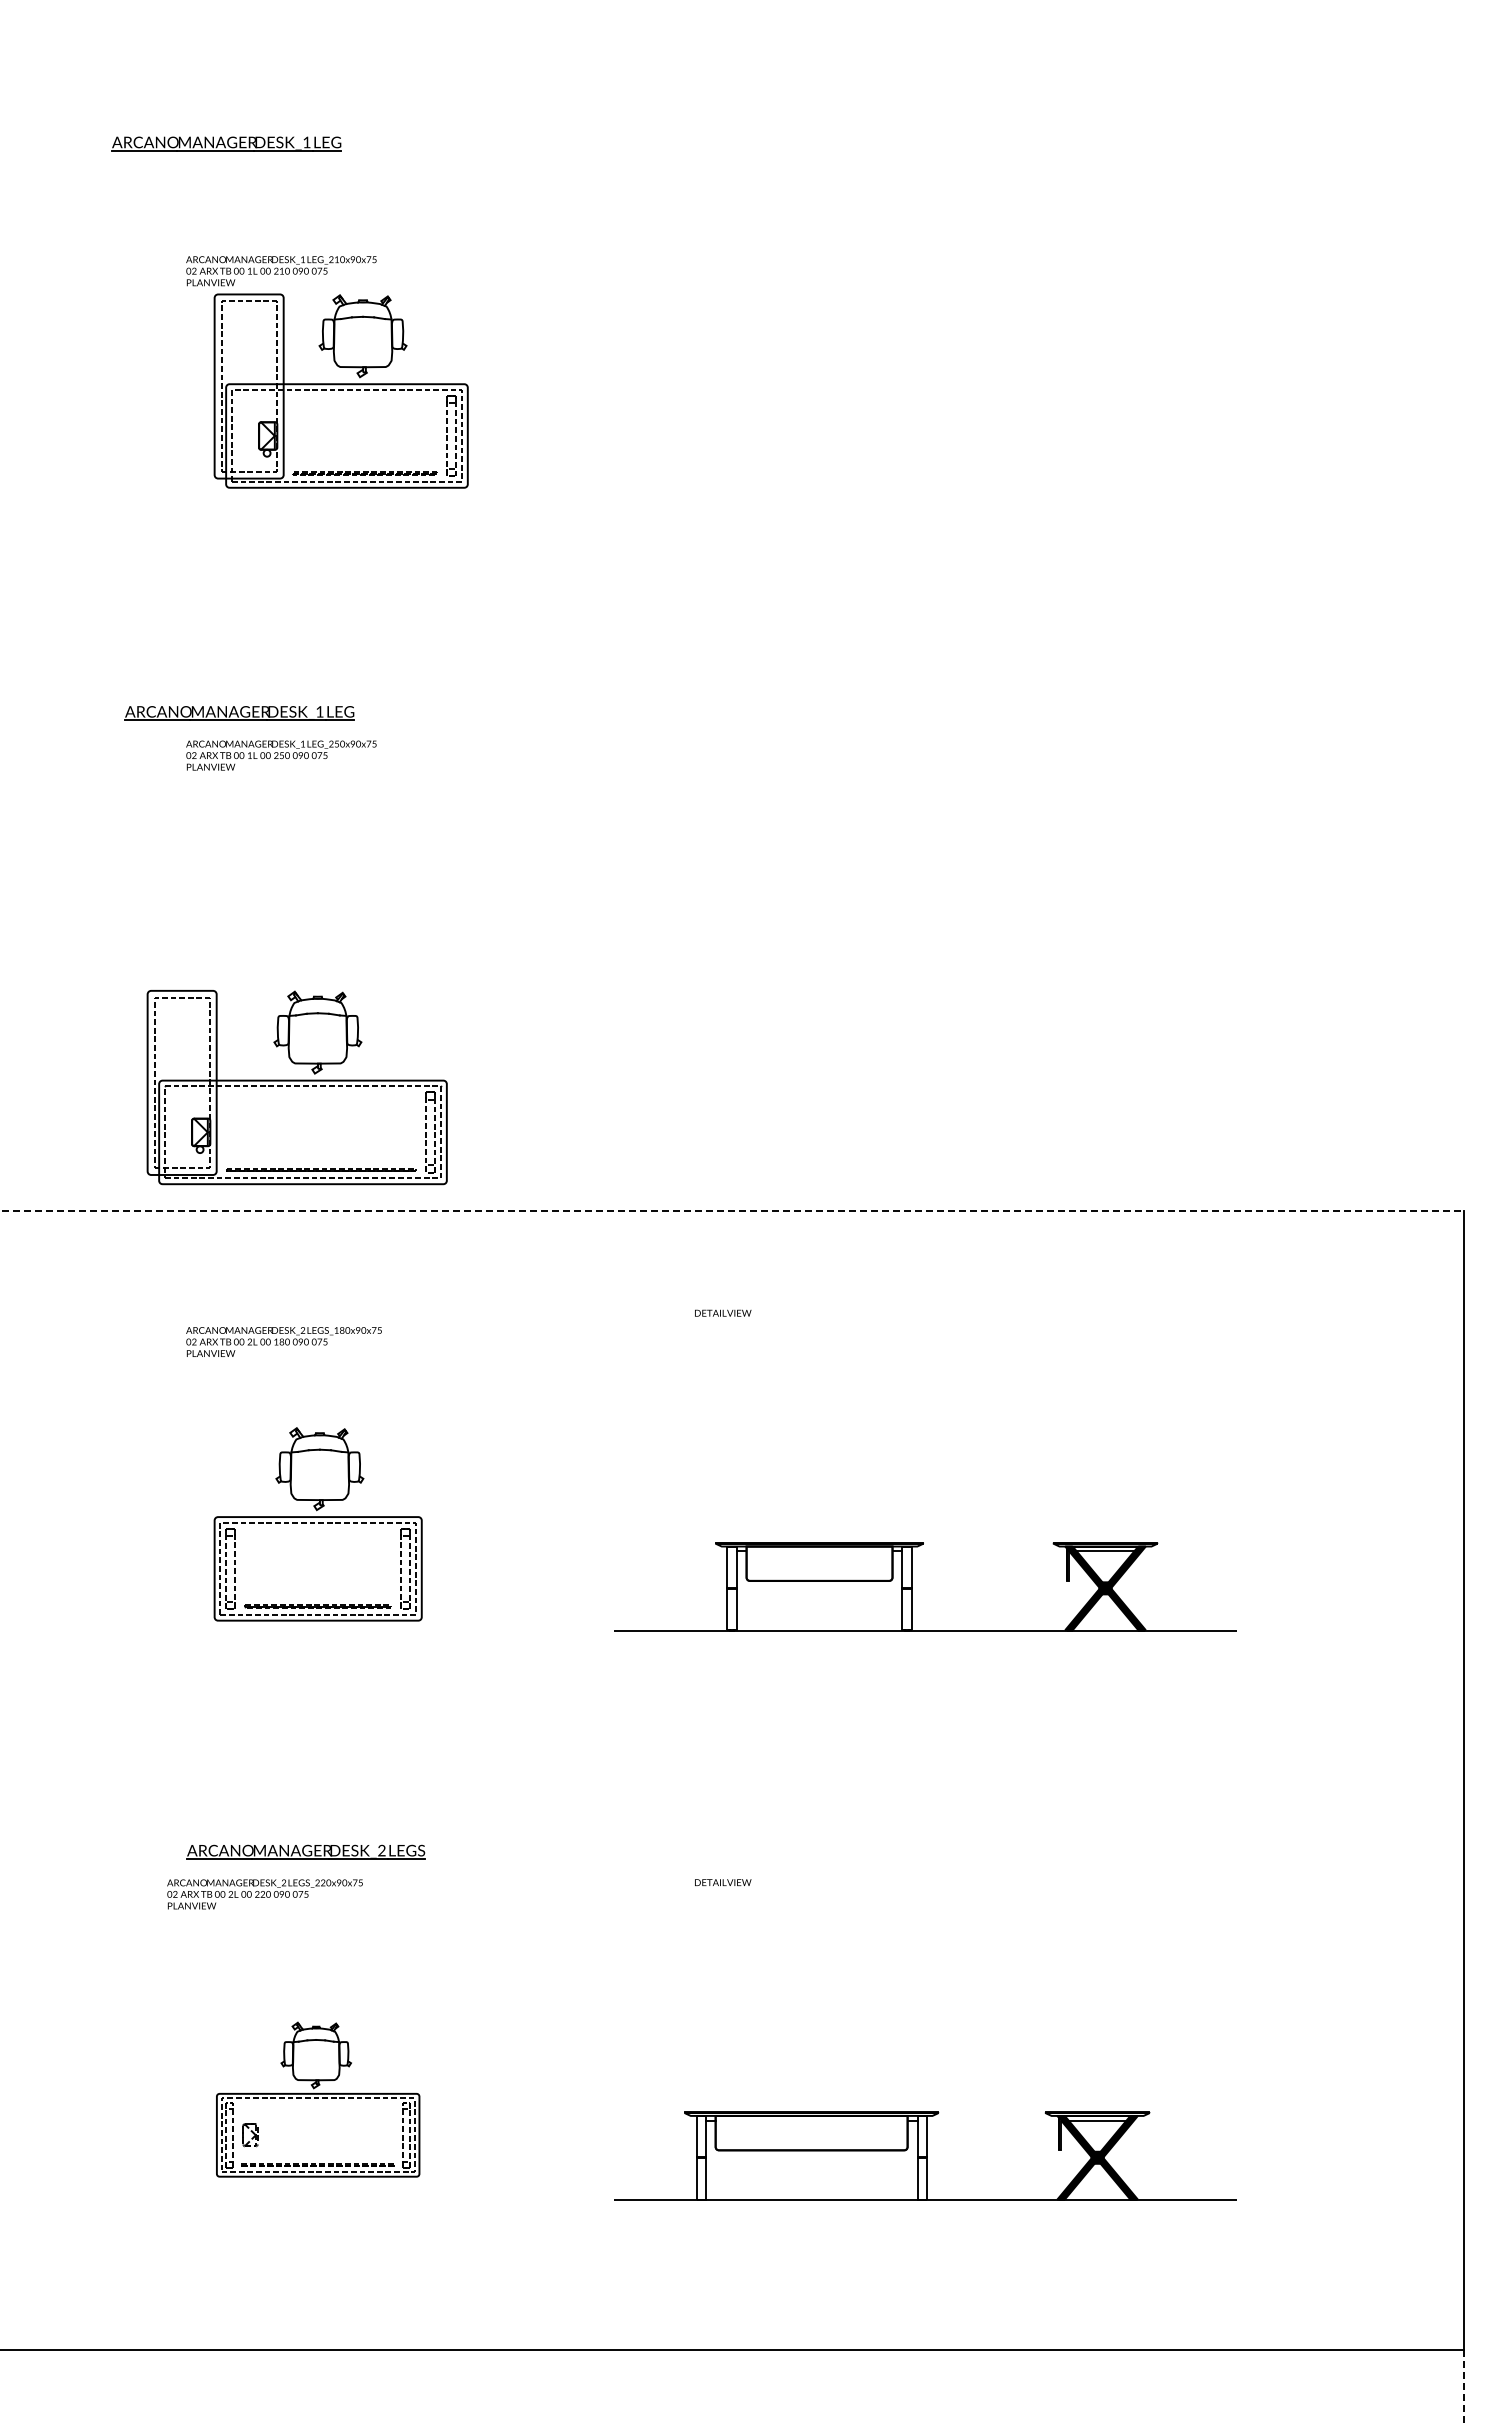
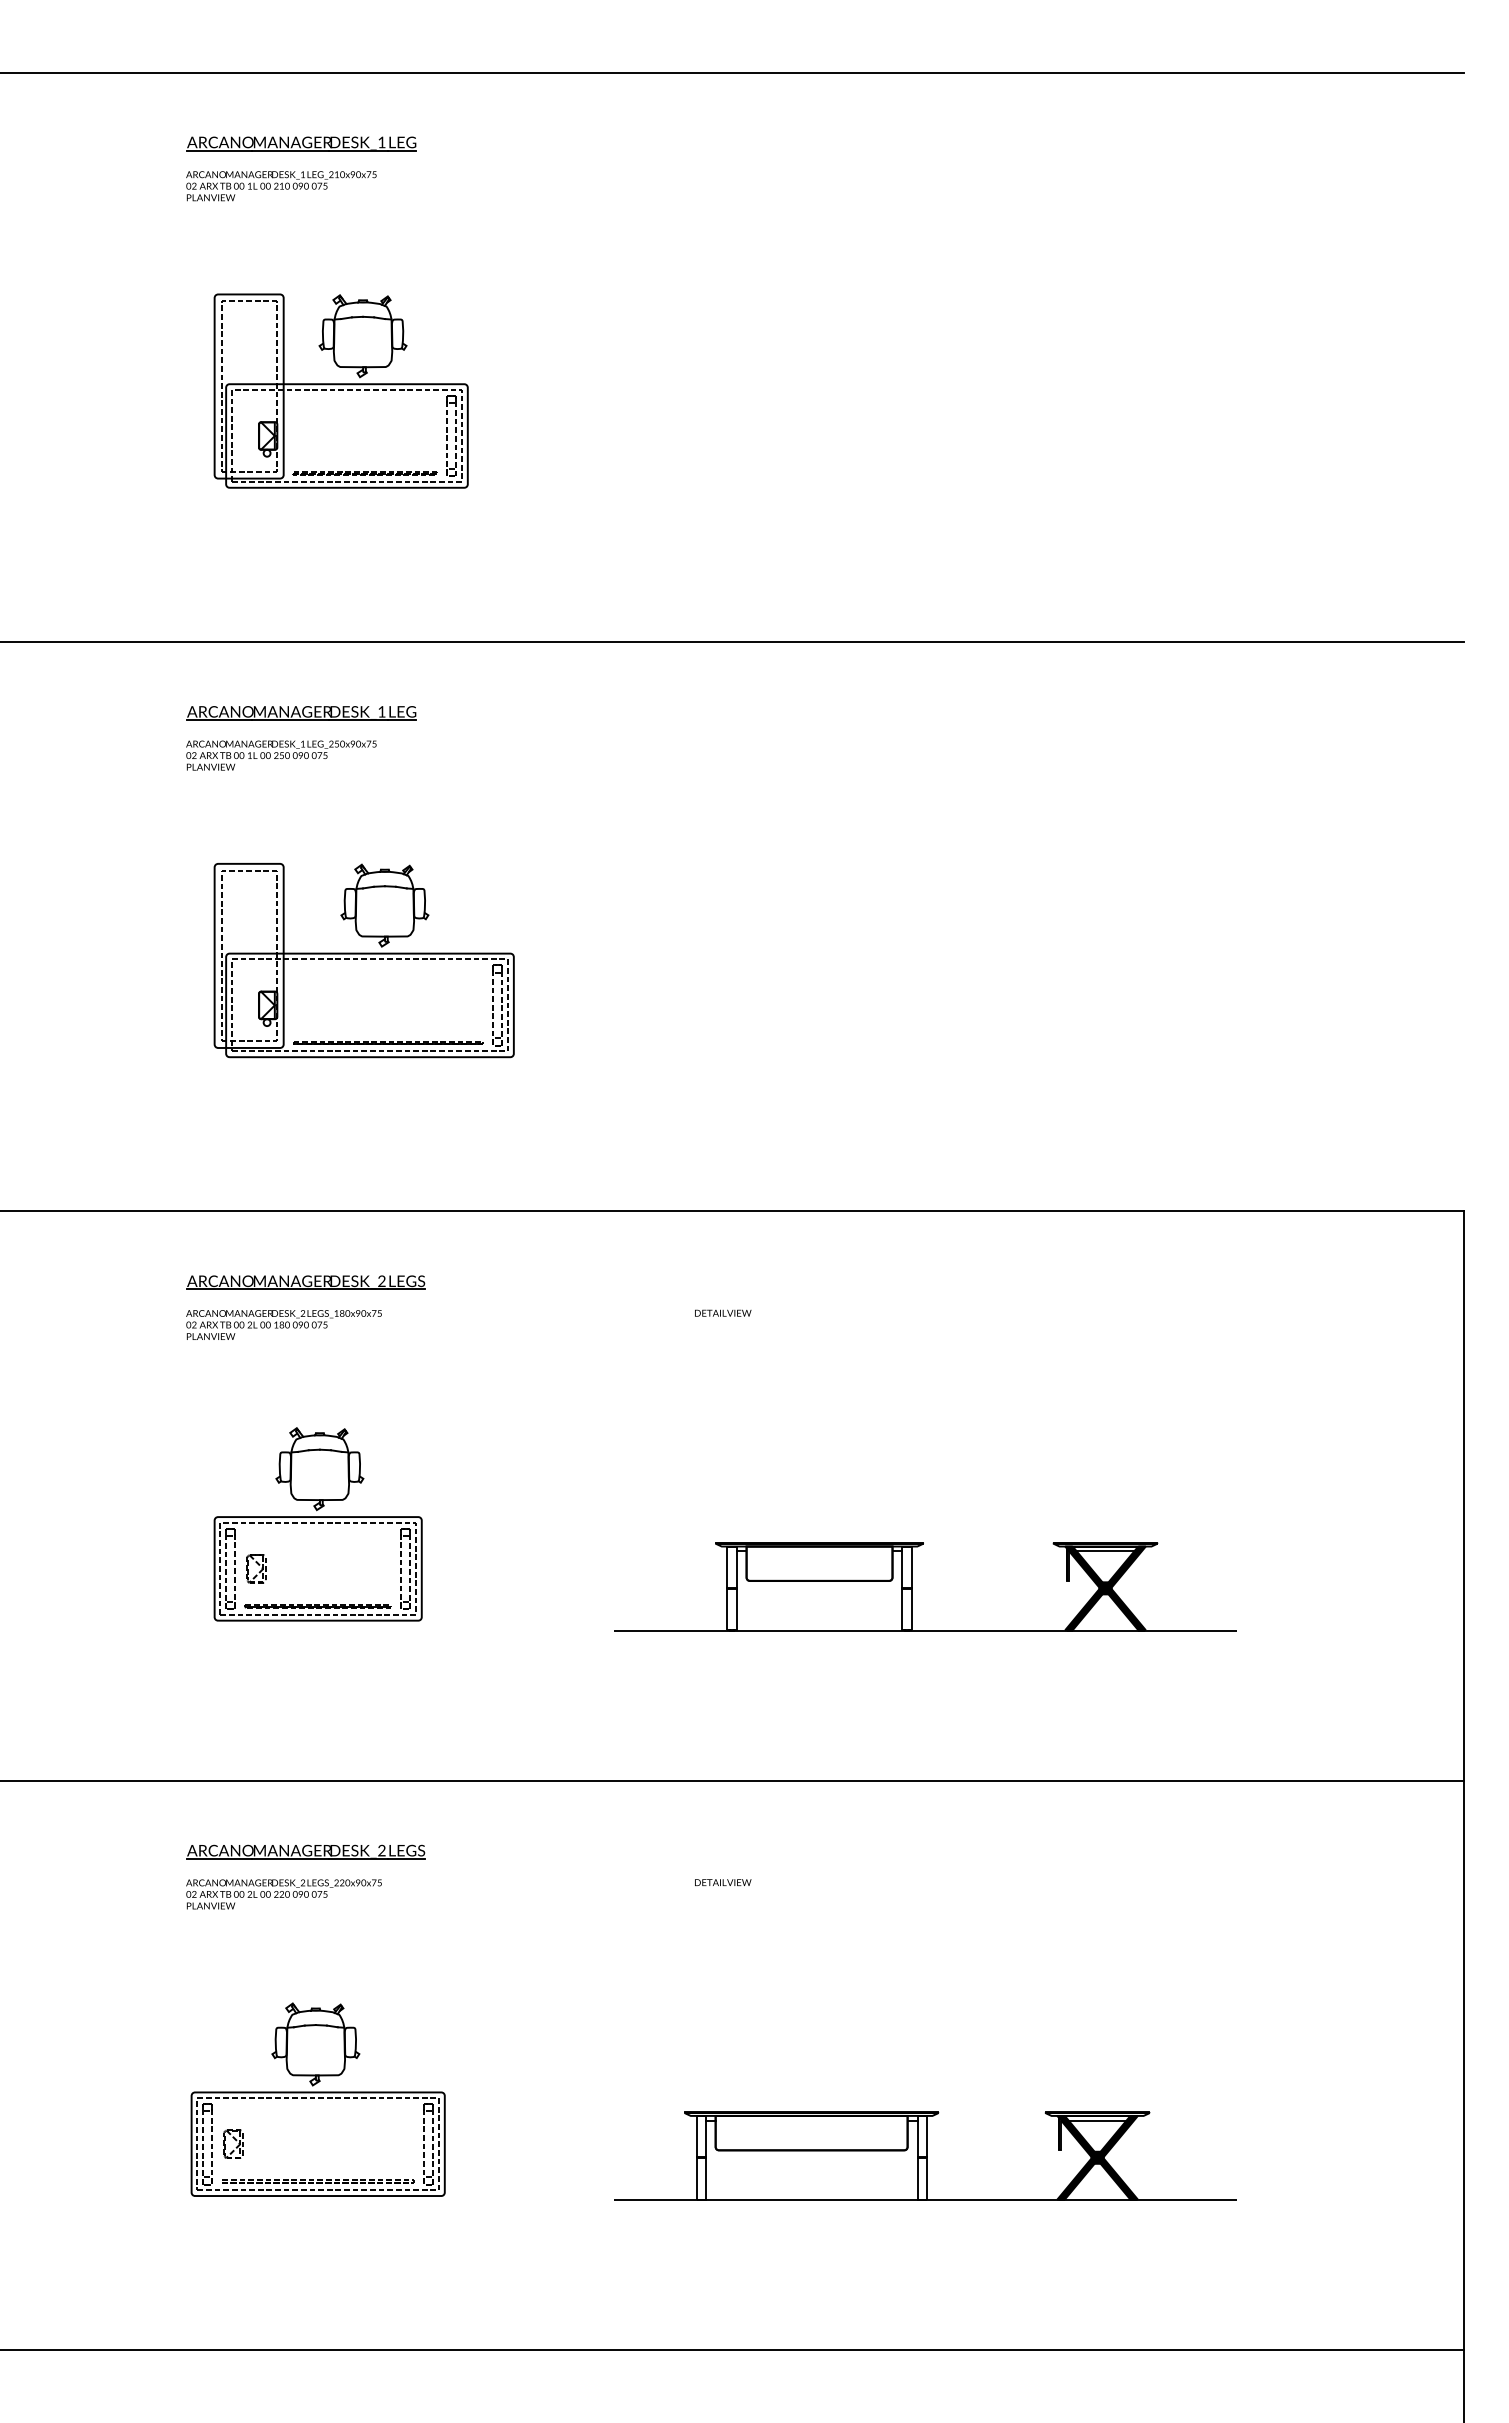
line at (732, 72): none -> present
part at (226, 143) position: (226, 143) -> (301, 143)
text at (281, 271) position: (281, 271) -> (281, 186)
line at (732, 642): none -> present
part at (239, 713) position: (239, 713) -> (301, 713)
part at (296, 1087) position: (296, 1087) -> (363, 960)
line at (732, 1211): dashed -> solid
part at (305, 1282): none -> present
text at (283, 1341) position: (283, 1341) -> (283, 1324)
part at (256, 1568): none -> present
line at (732, 1780): none -> present
text at (264, 1894) position: (264, 1894) -> (283, 1894)
part at (318, 2099) size: 205x157 px -> 256x195 px
line at (1463, 2386): dashed -> solid
